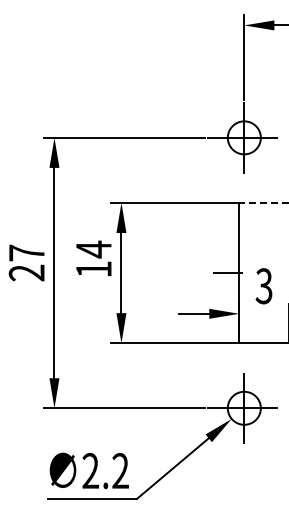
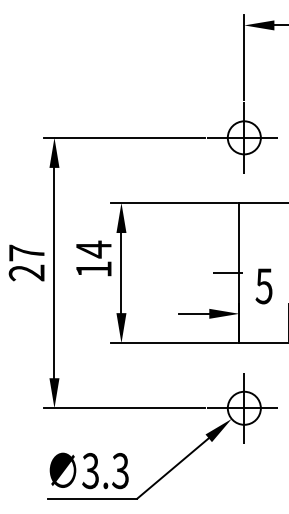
line at (263, 202): dashed -> solid
text at (264, 286): 3 -> 5
text at (105, 471): 2.2 -> 3.3
